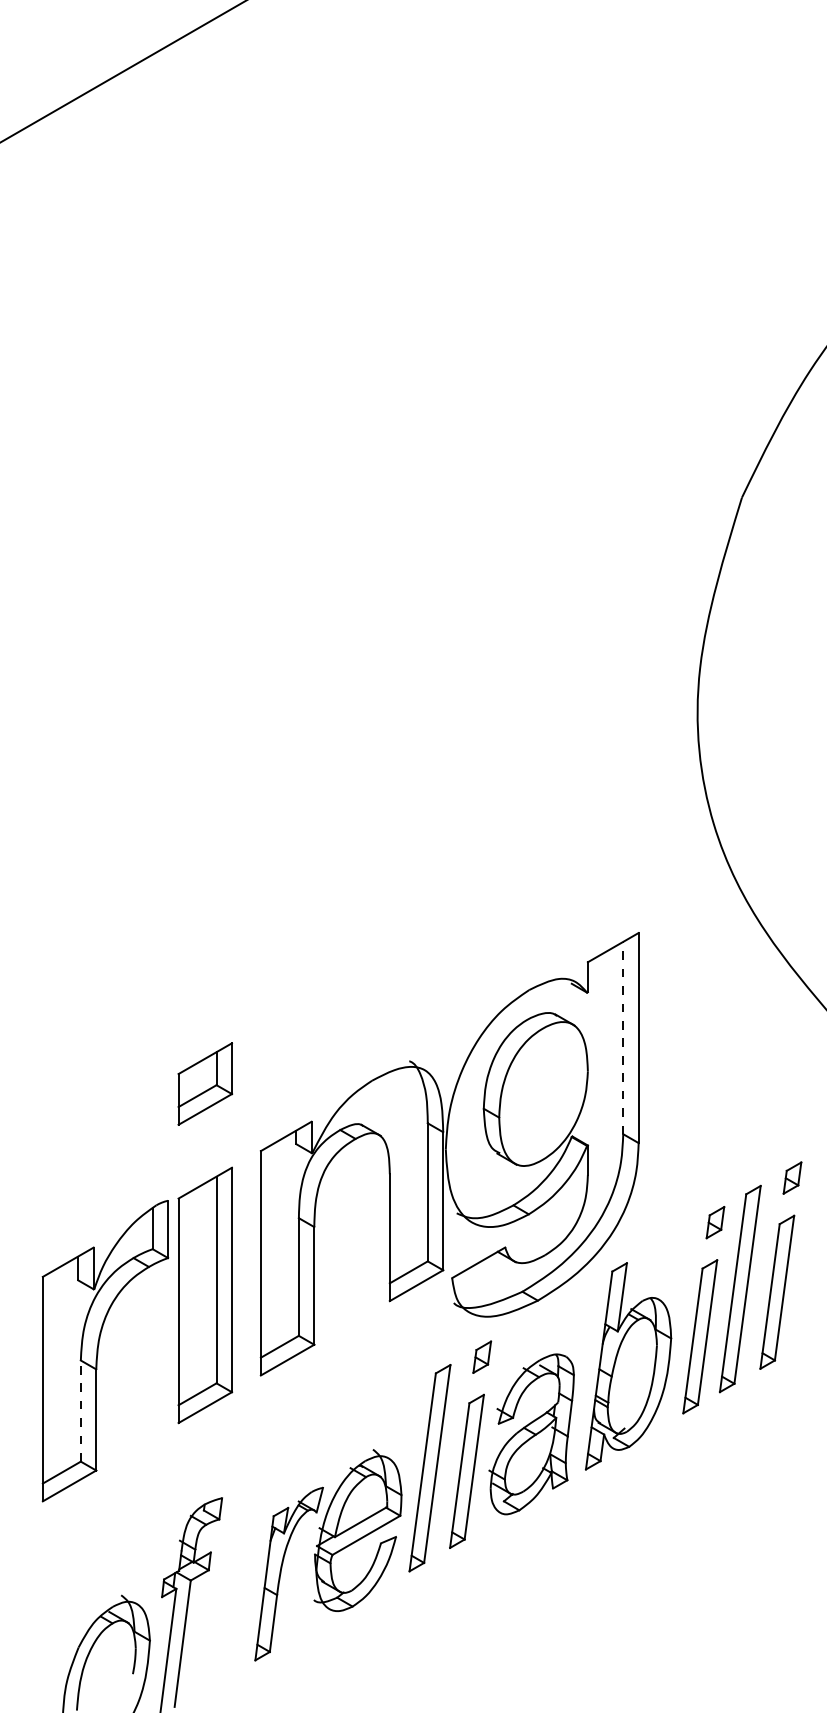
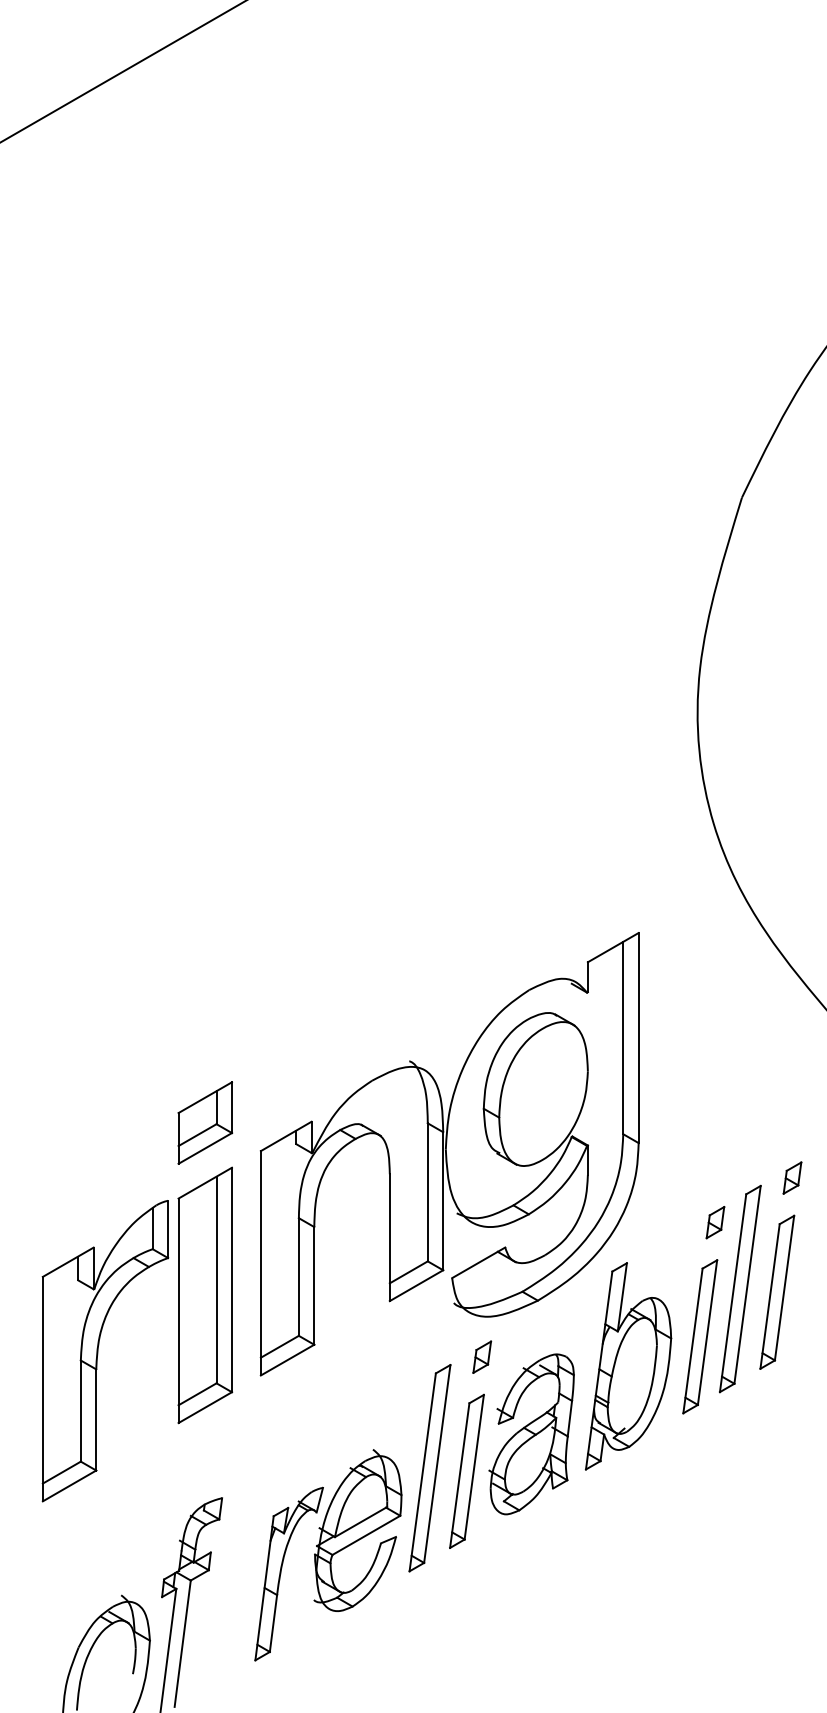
line at (623, 1037): dashed -> solid
part at (205, 1083) position: (205, 1083) -> (205, 1122)
line at (80, 1411): dashed -> solid
